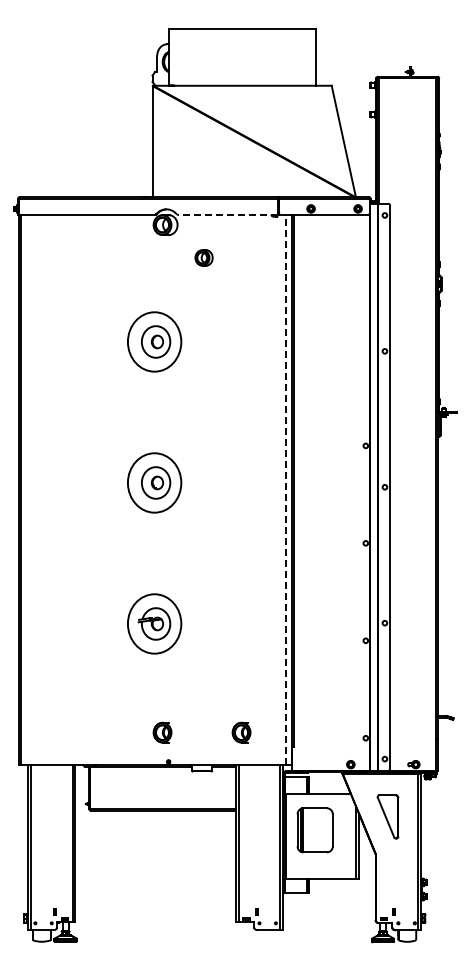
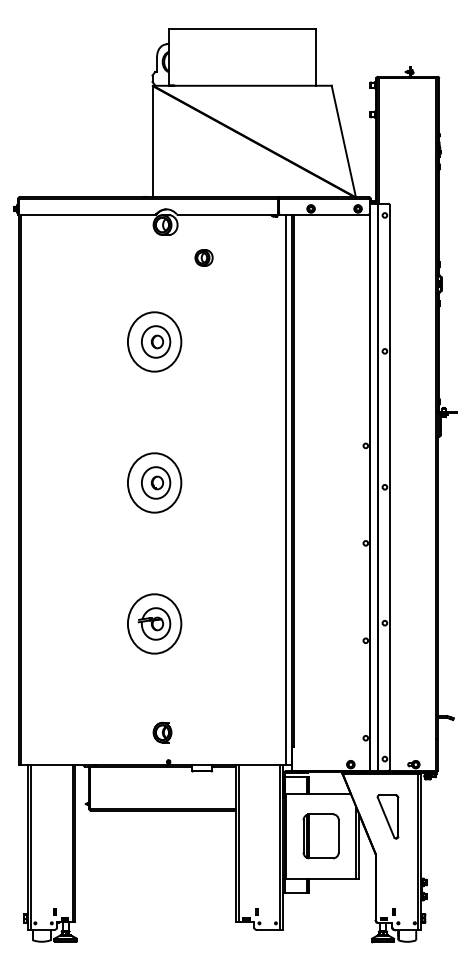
line at (227, 214): dashed -> solid
line at (286, 489): dashed -> solid
part at (241, 732): present -> none
part at (314, 830) position: (314, 830) -> (320, 836)
